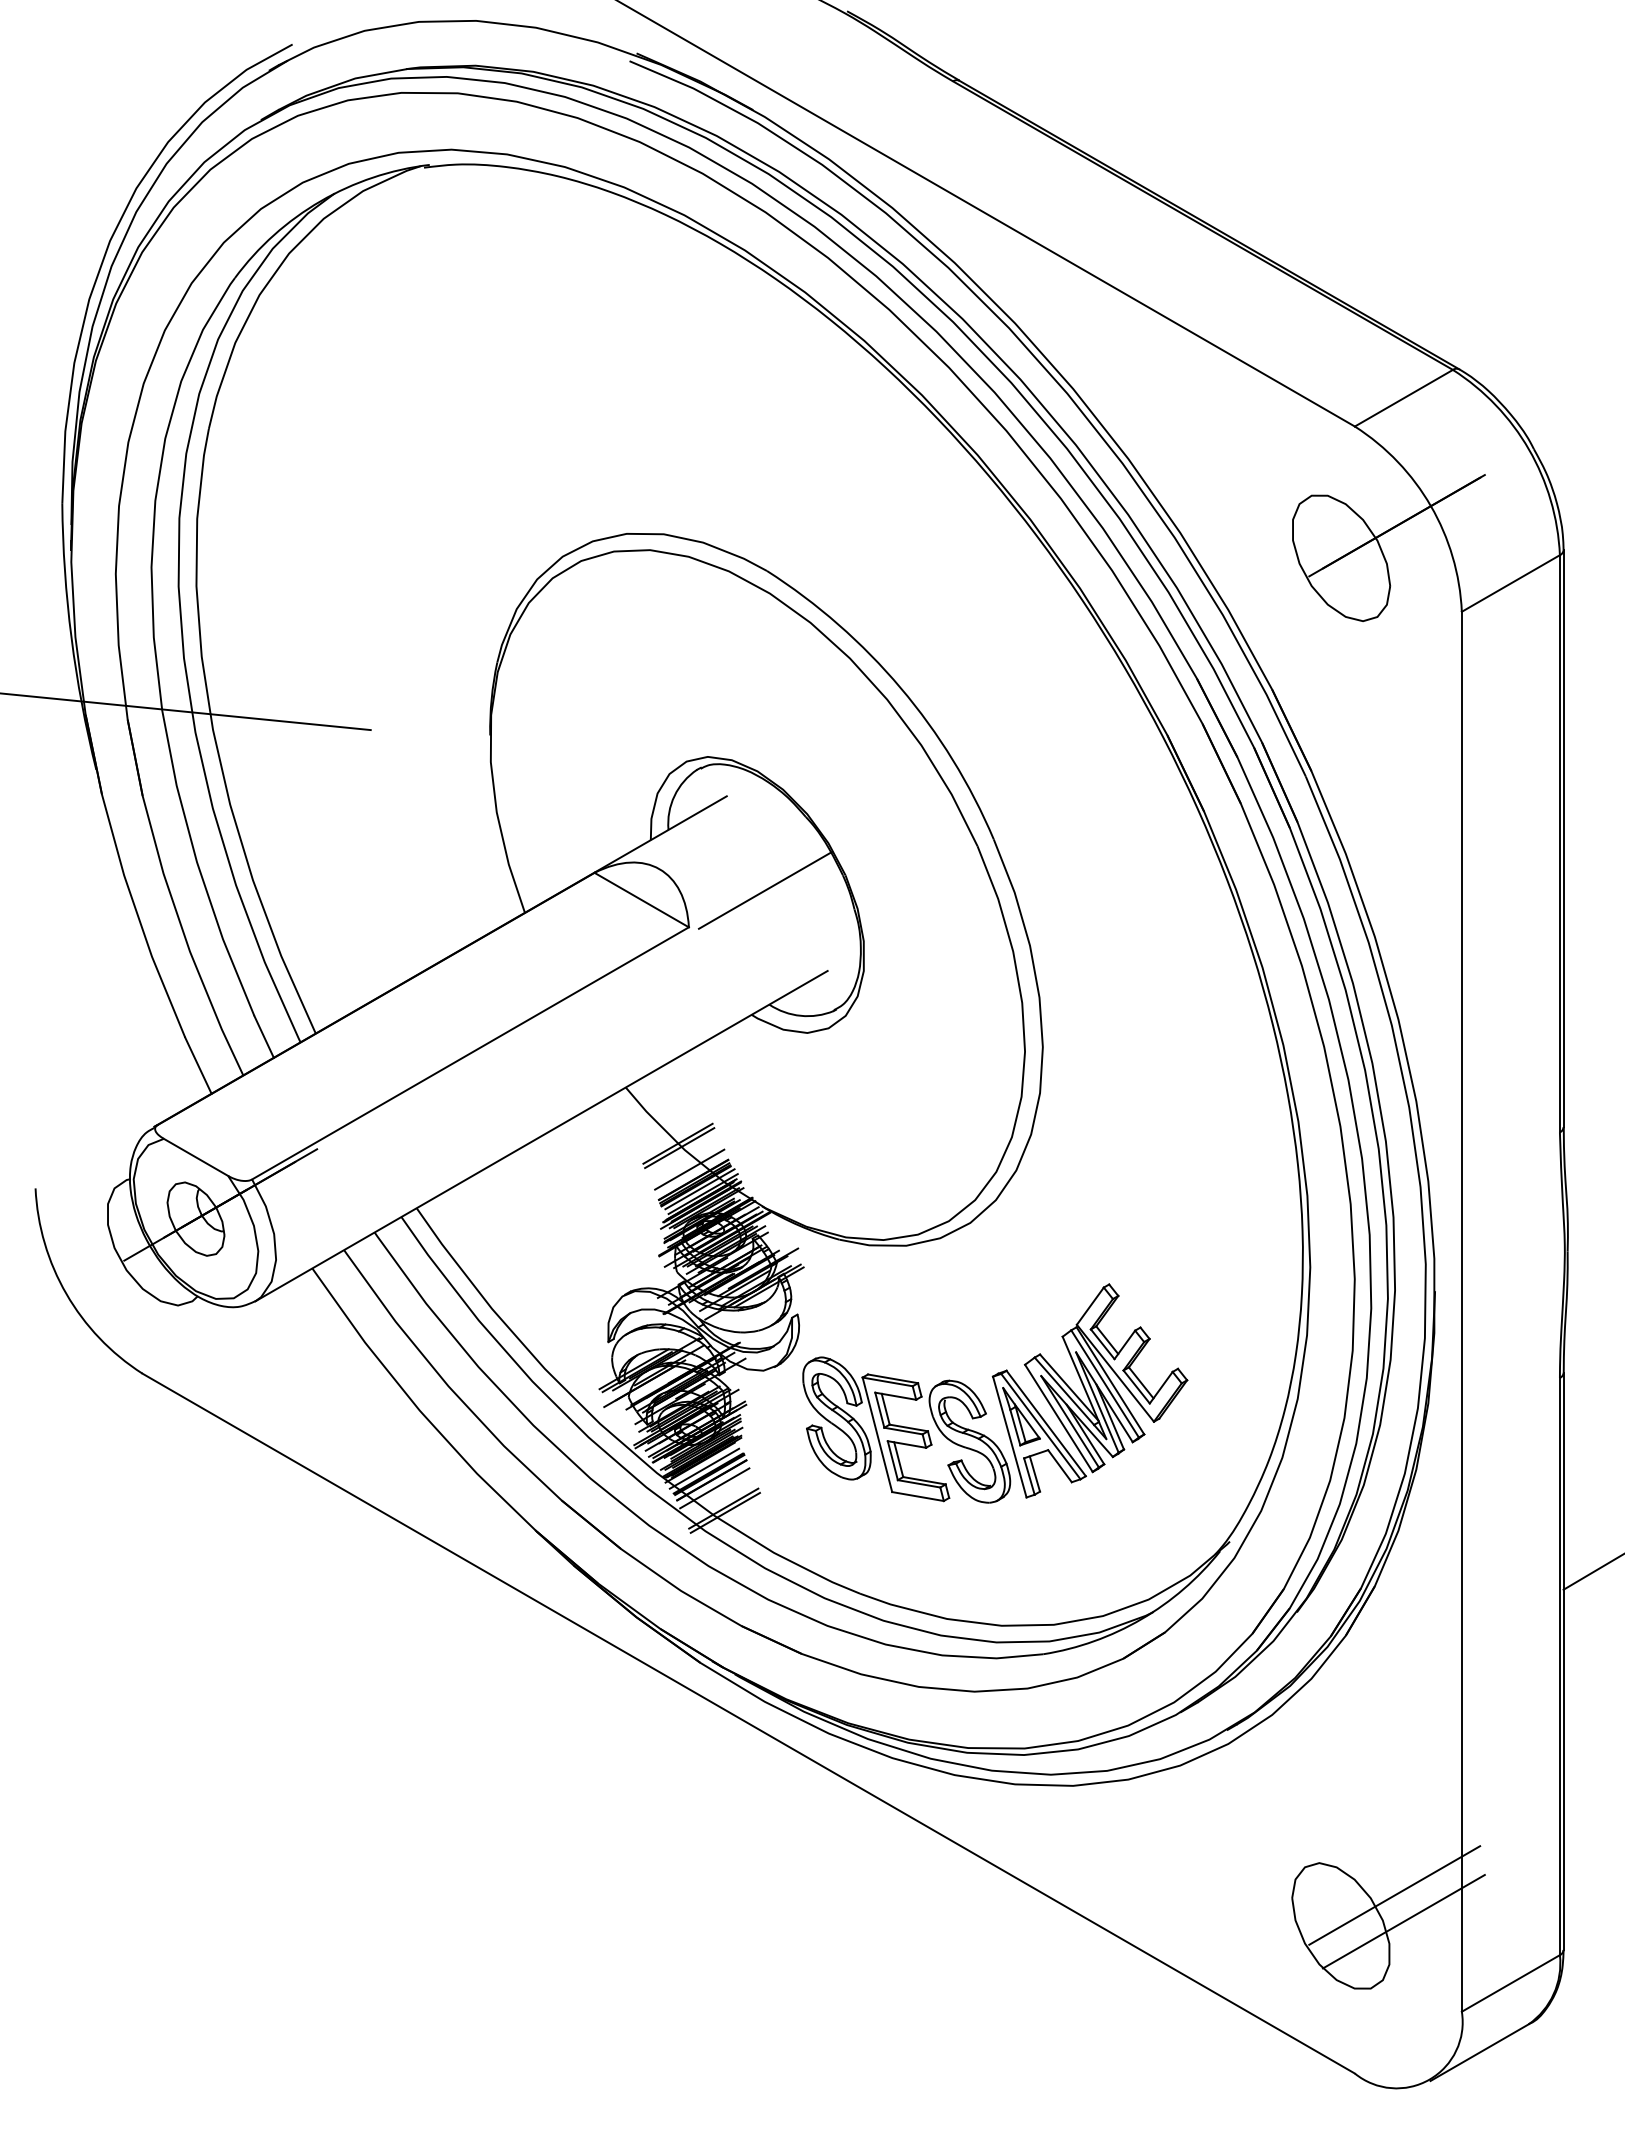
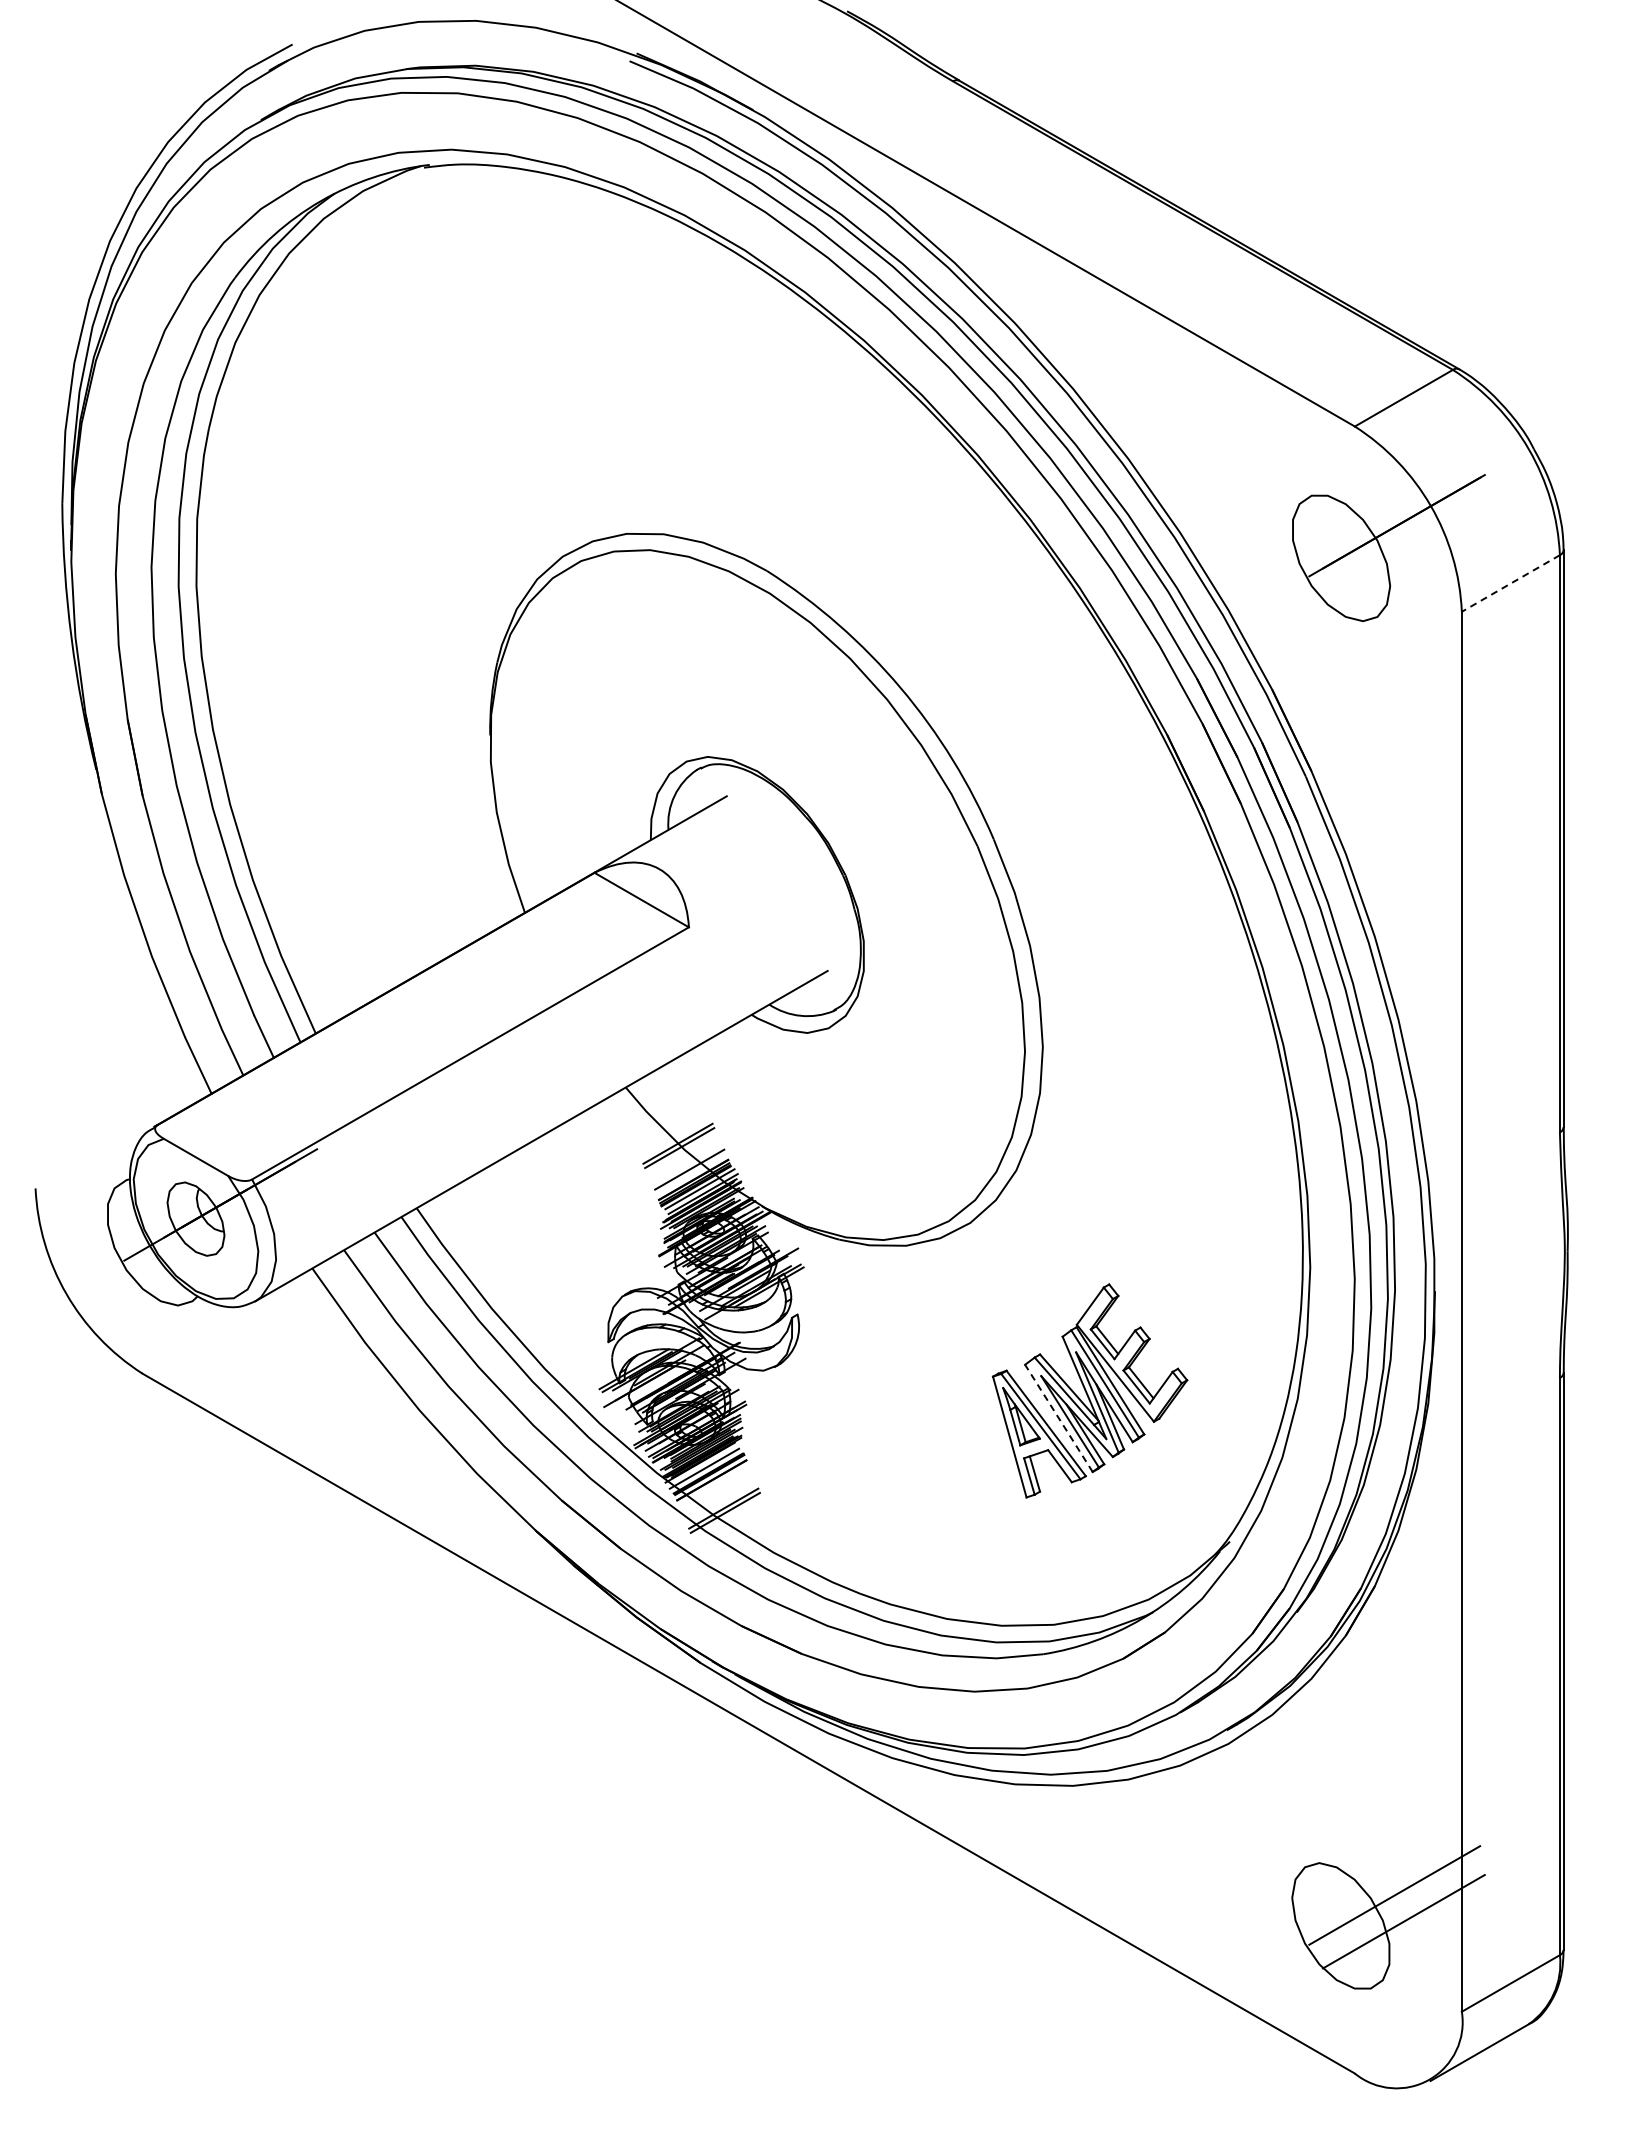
line at (1510, 583): solid -> dashed
line at (186, 711): present -> none
line at (765, 890): present -> none
line at (1058, 1417): solid -> dashed
part at (906, 1429): present -> none
line at (714, 1487): present -> none
line at (1592, 1572): present -> none
